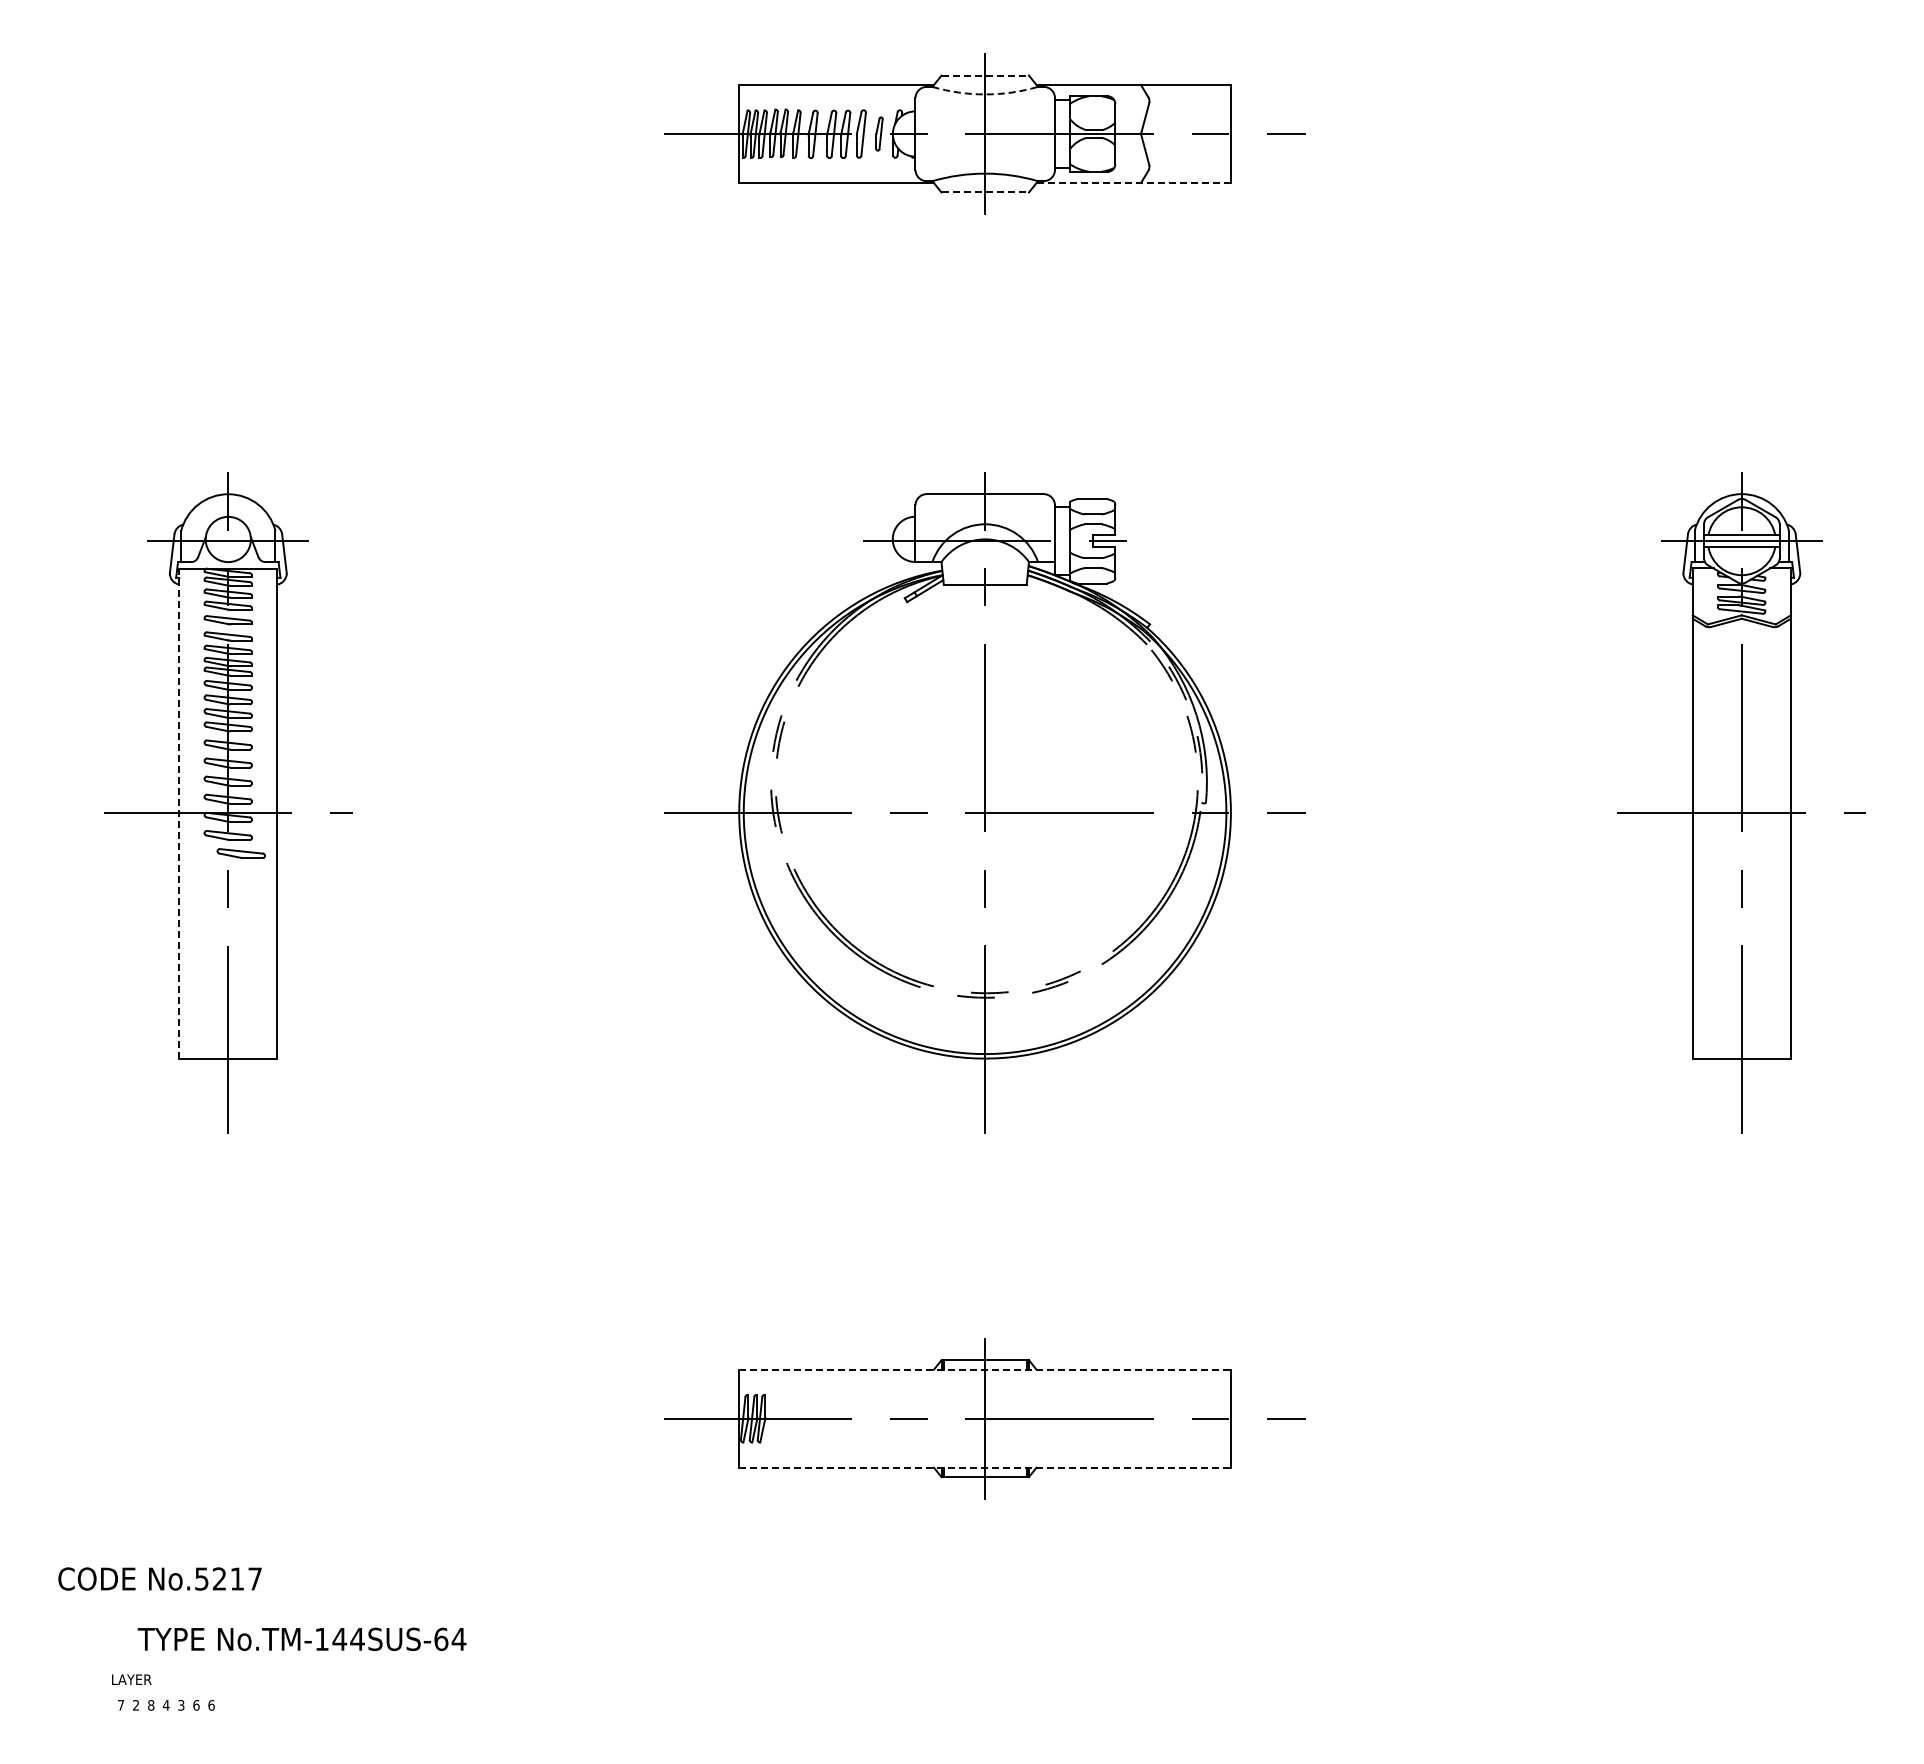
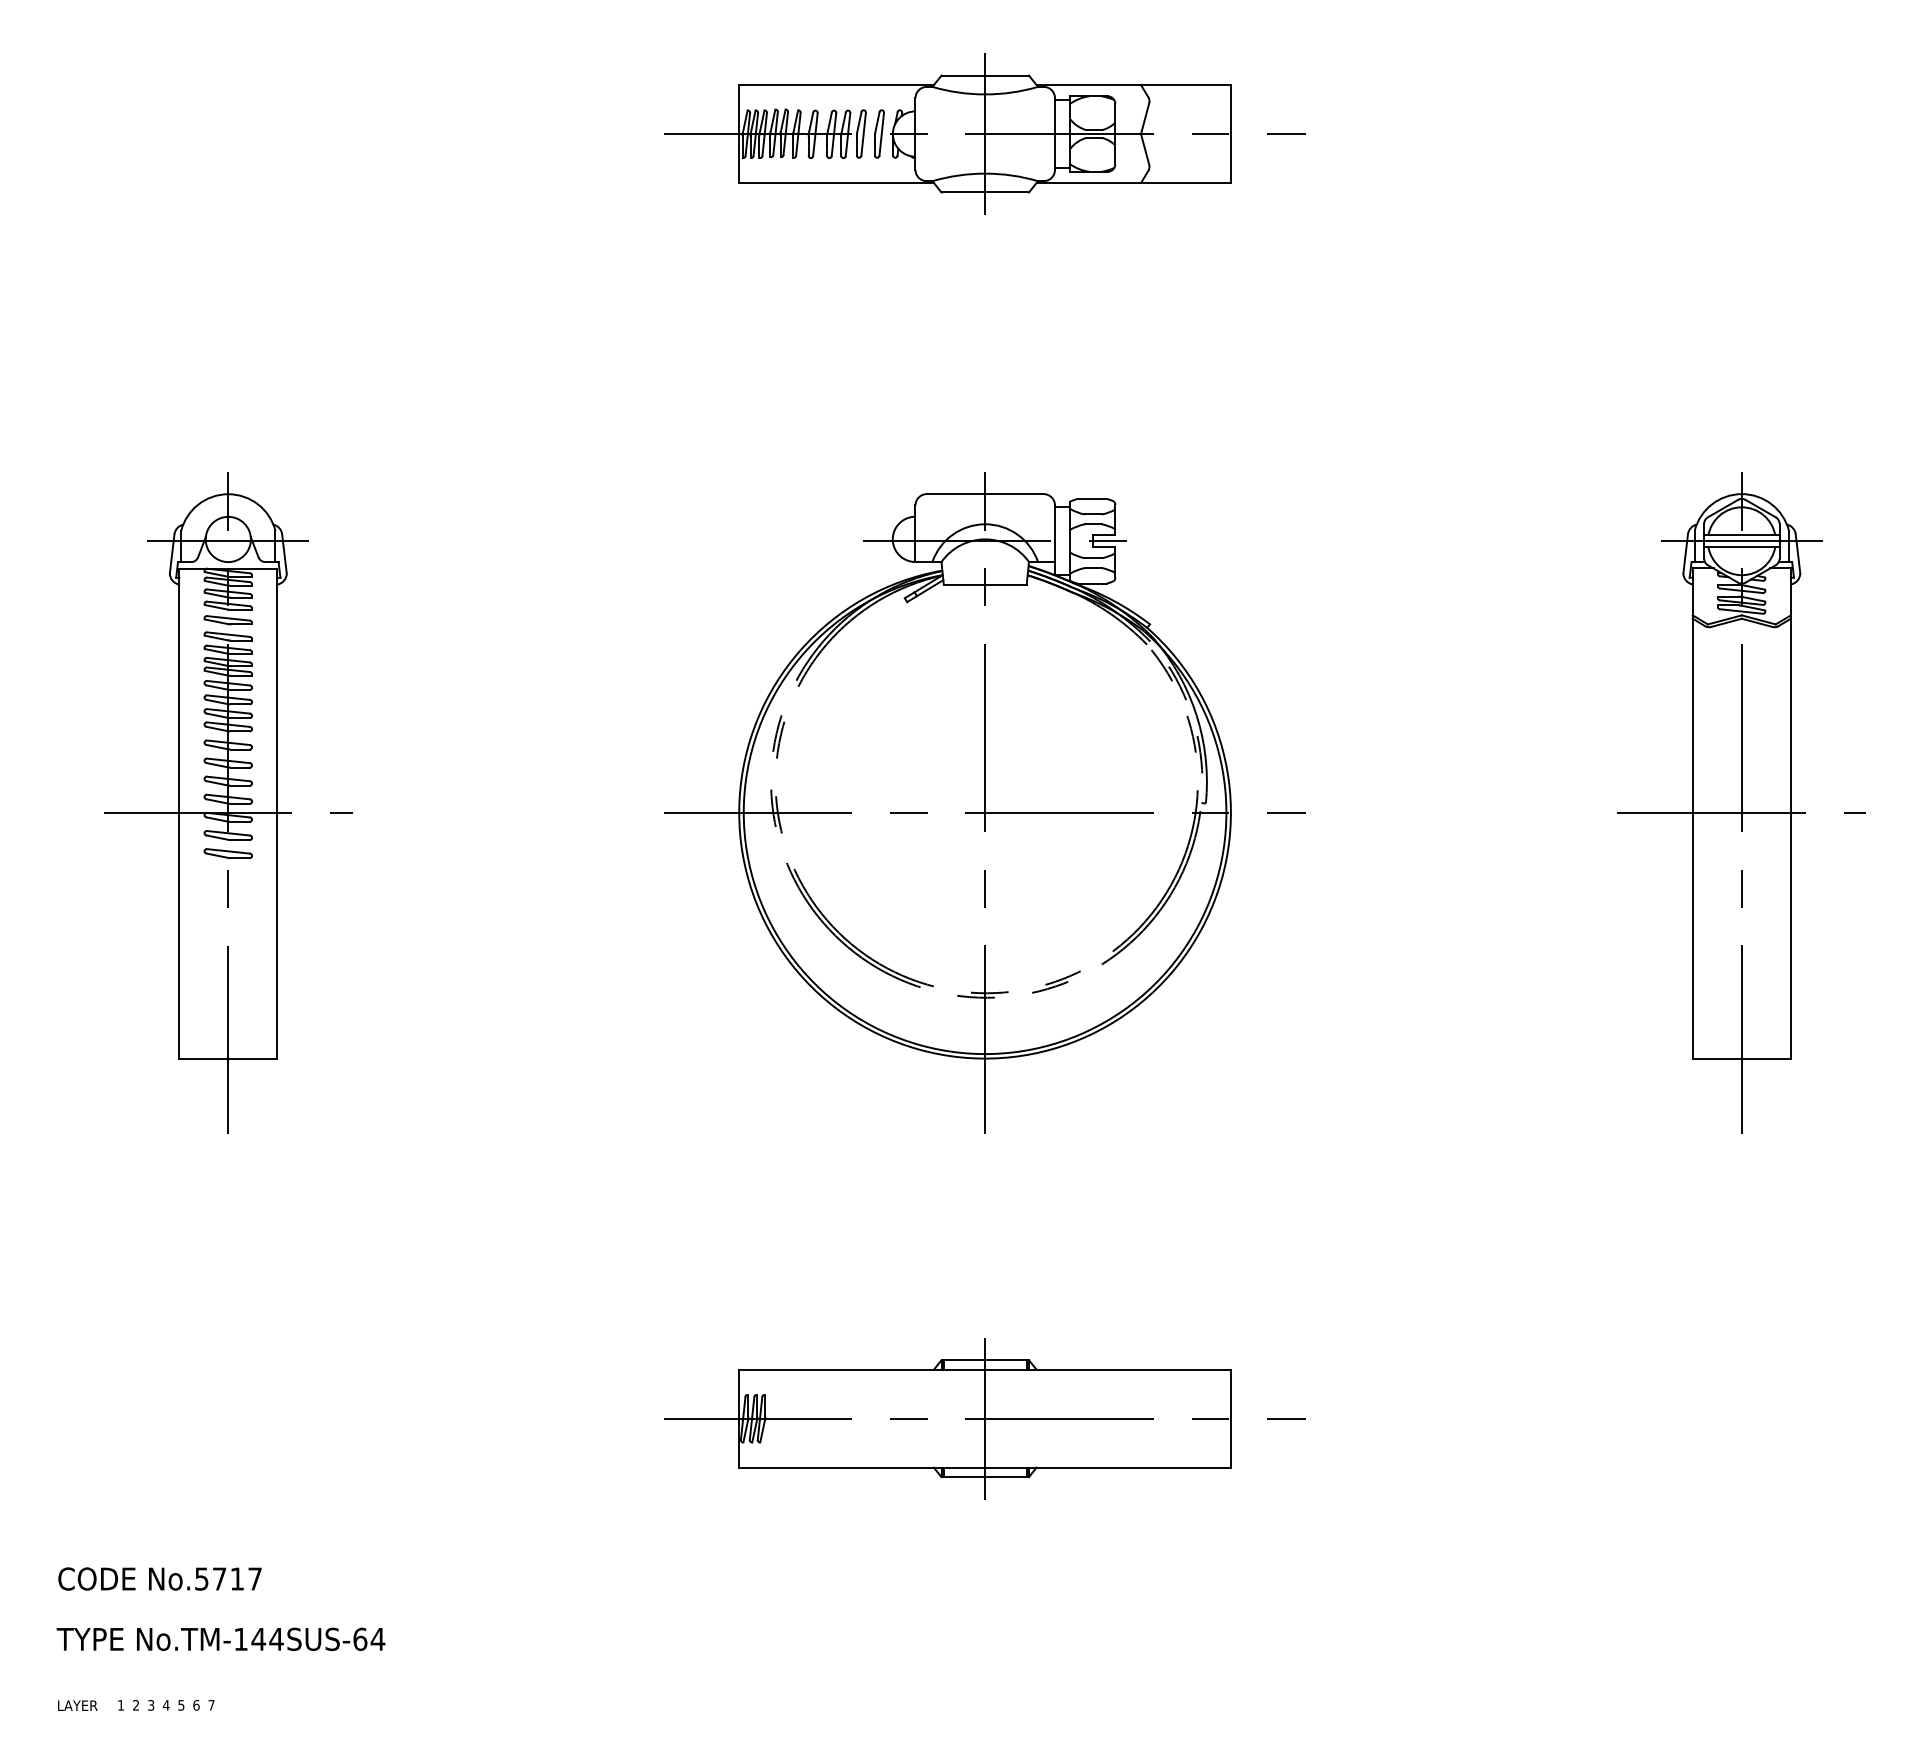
line at (985, 75): dashed -> solid
arc at (985, 94): dashed -> solid
part at (879, 133) size: 9x36 px -> 11x50 px
line at (1134, 183): dashed -> solid
line at (985, 192): dashed -> solid
line at (179, 813): dashed -> solid
part at (240, 853) position: (240, 853) -> (227, 853)
line at (985, 1369): dashed -> solid
line at (985, 1467): dashed -> solid
text at (219, 1578): No.5217 -> No.5717
text at (301, 1638) position: (301, 1638) -> (220, 1638)
text at (131, 1679) position: (131, 1679) -> (77, 1705)
text at (181, 1704): 3 -> 5
text at (120, 1705): 7 -> 1
text at (151, 1705): 8 -> 3
text at (211, 1705): 6 -> 7
